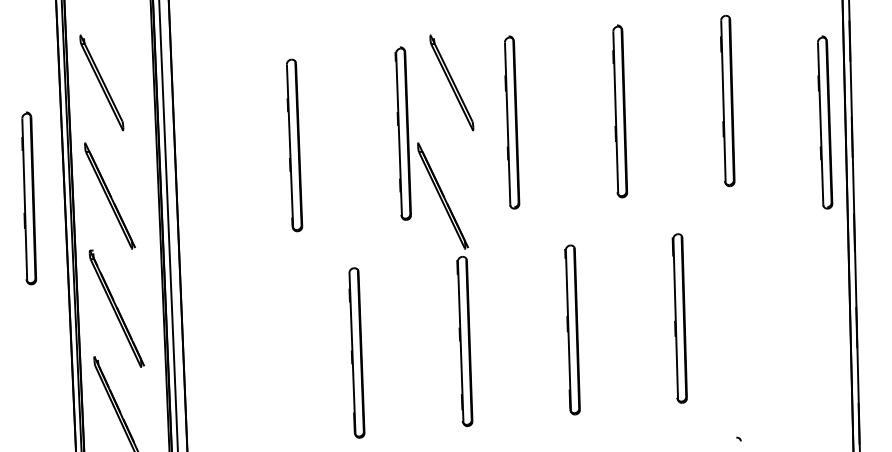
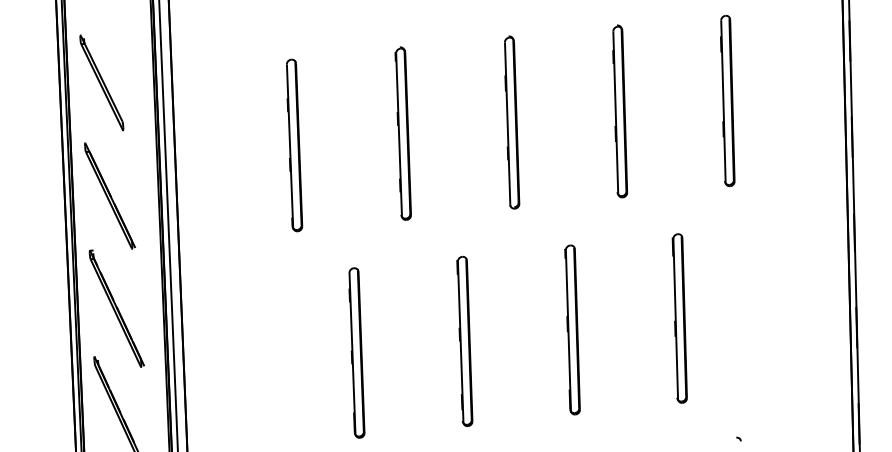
part at (451, 82): present -> none
part at (825, 122): present -> none
part at (442, 195): present -> none
part at (29, 198): present -> none
